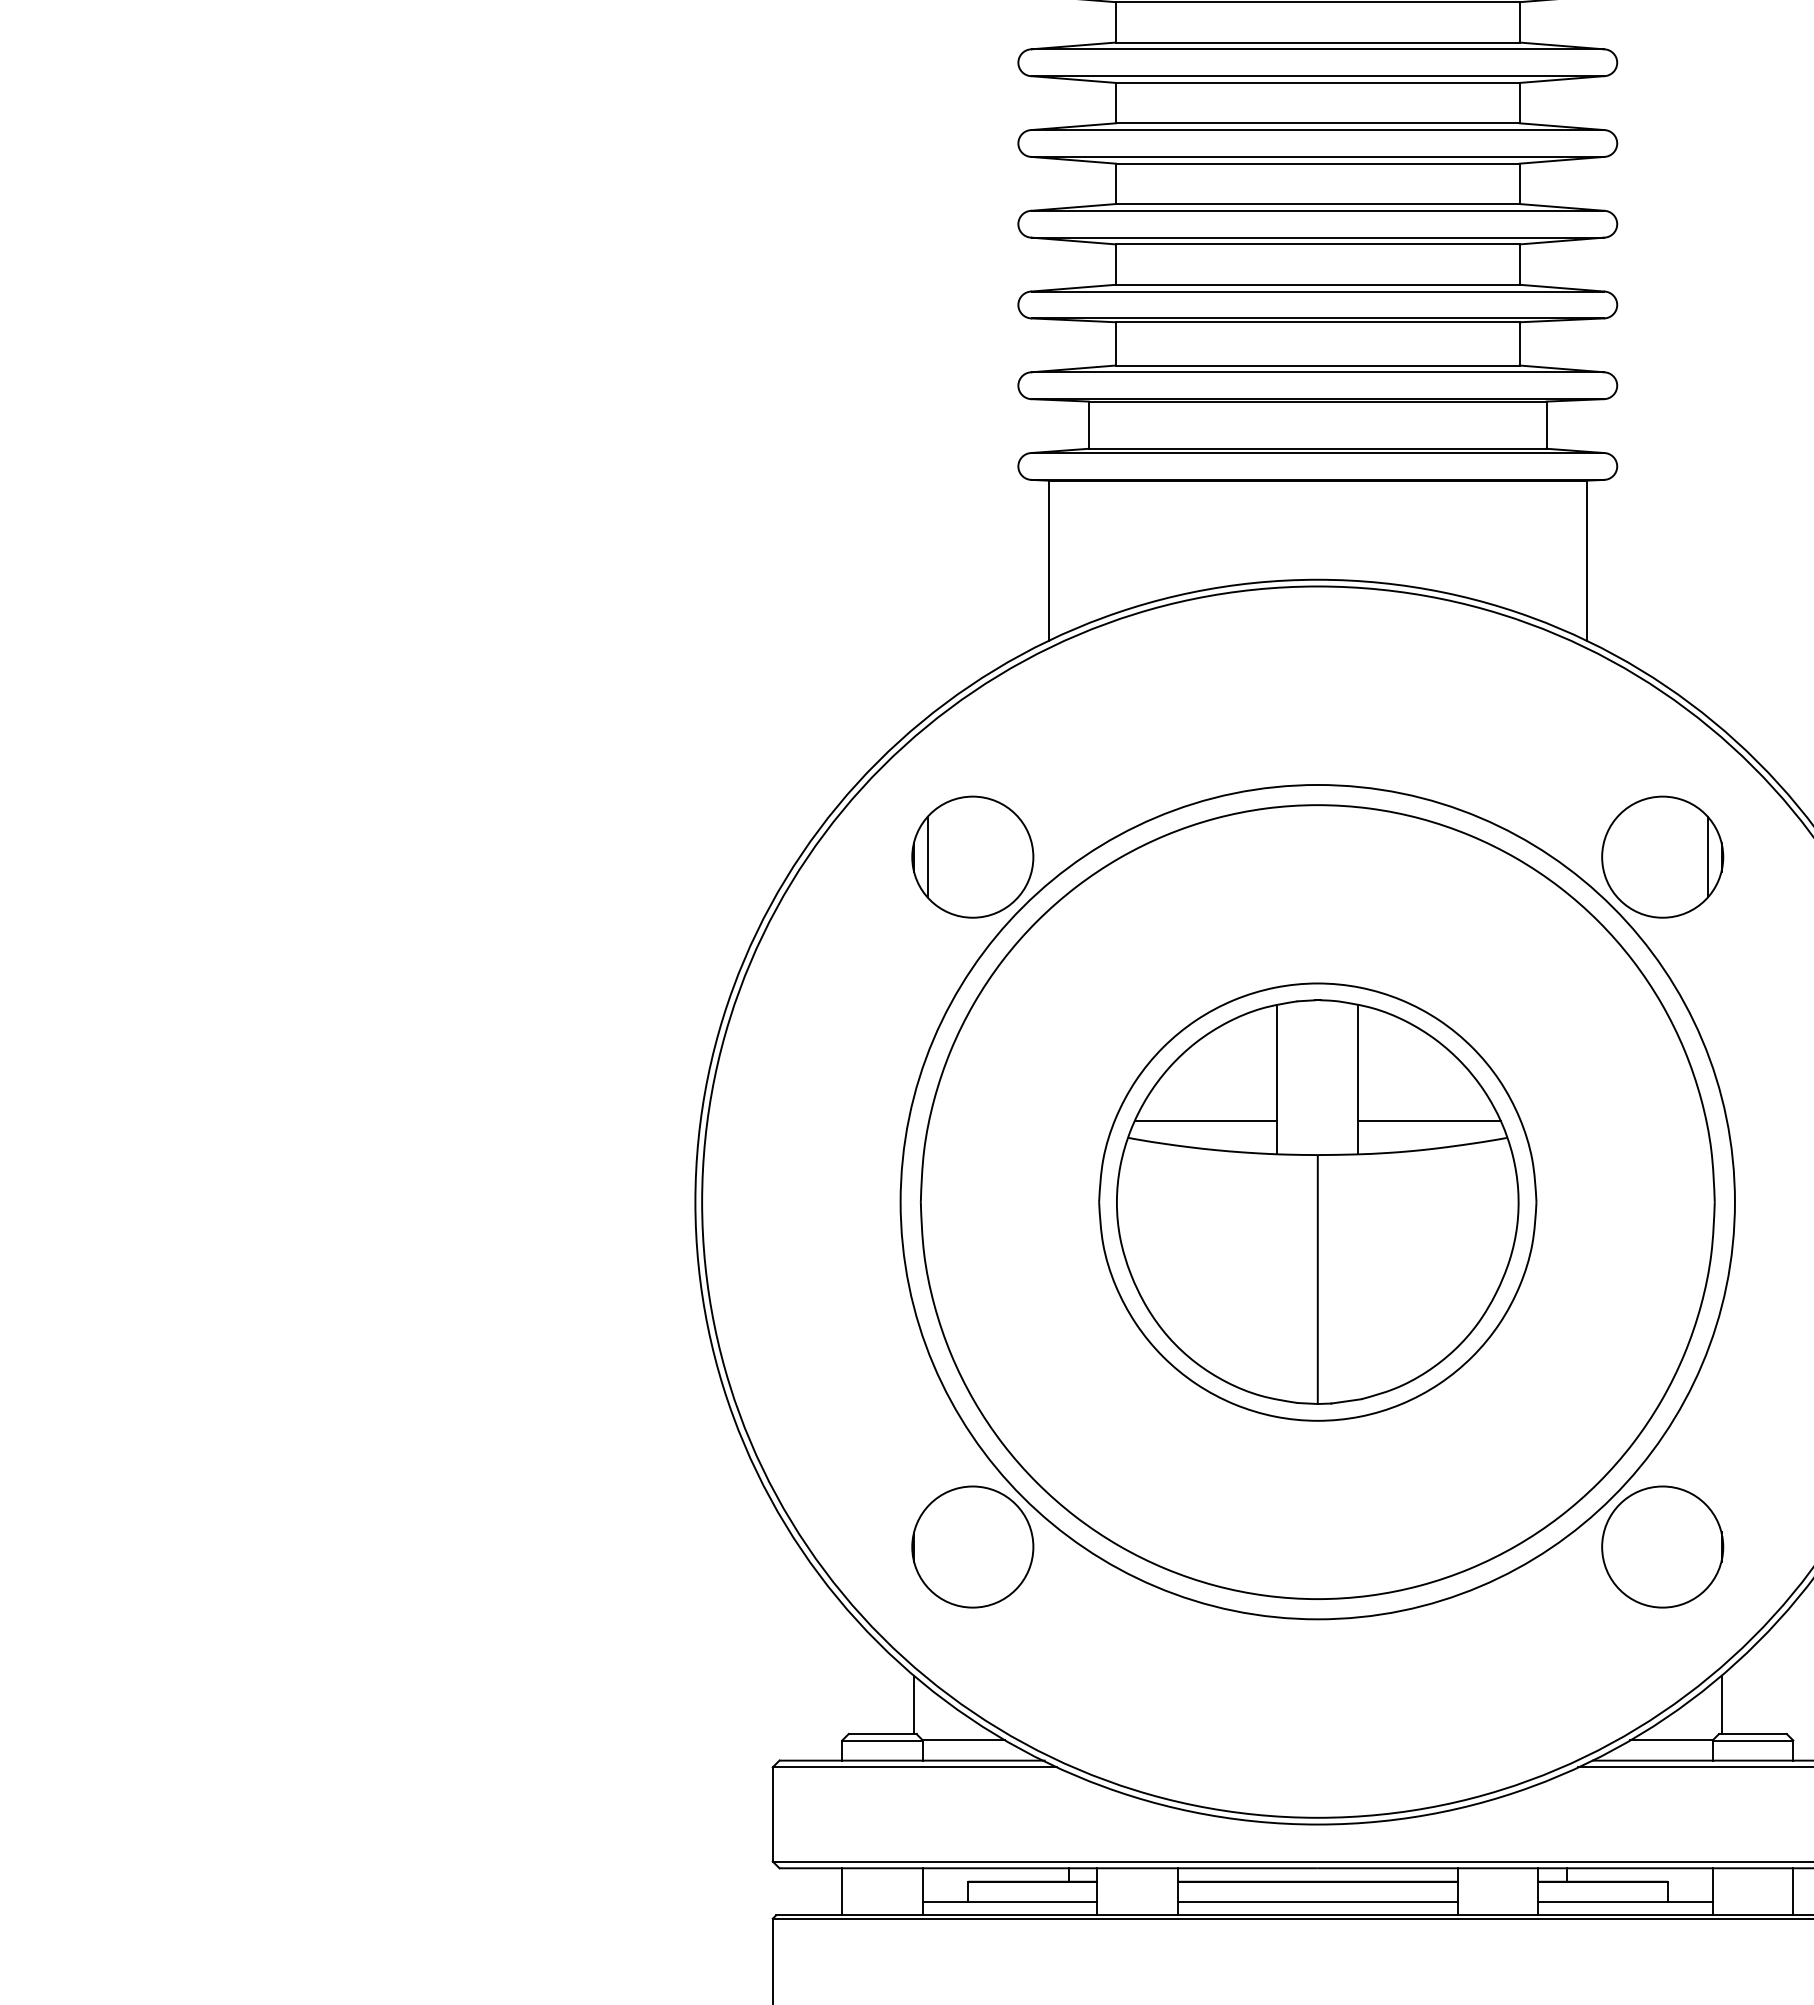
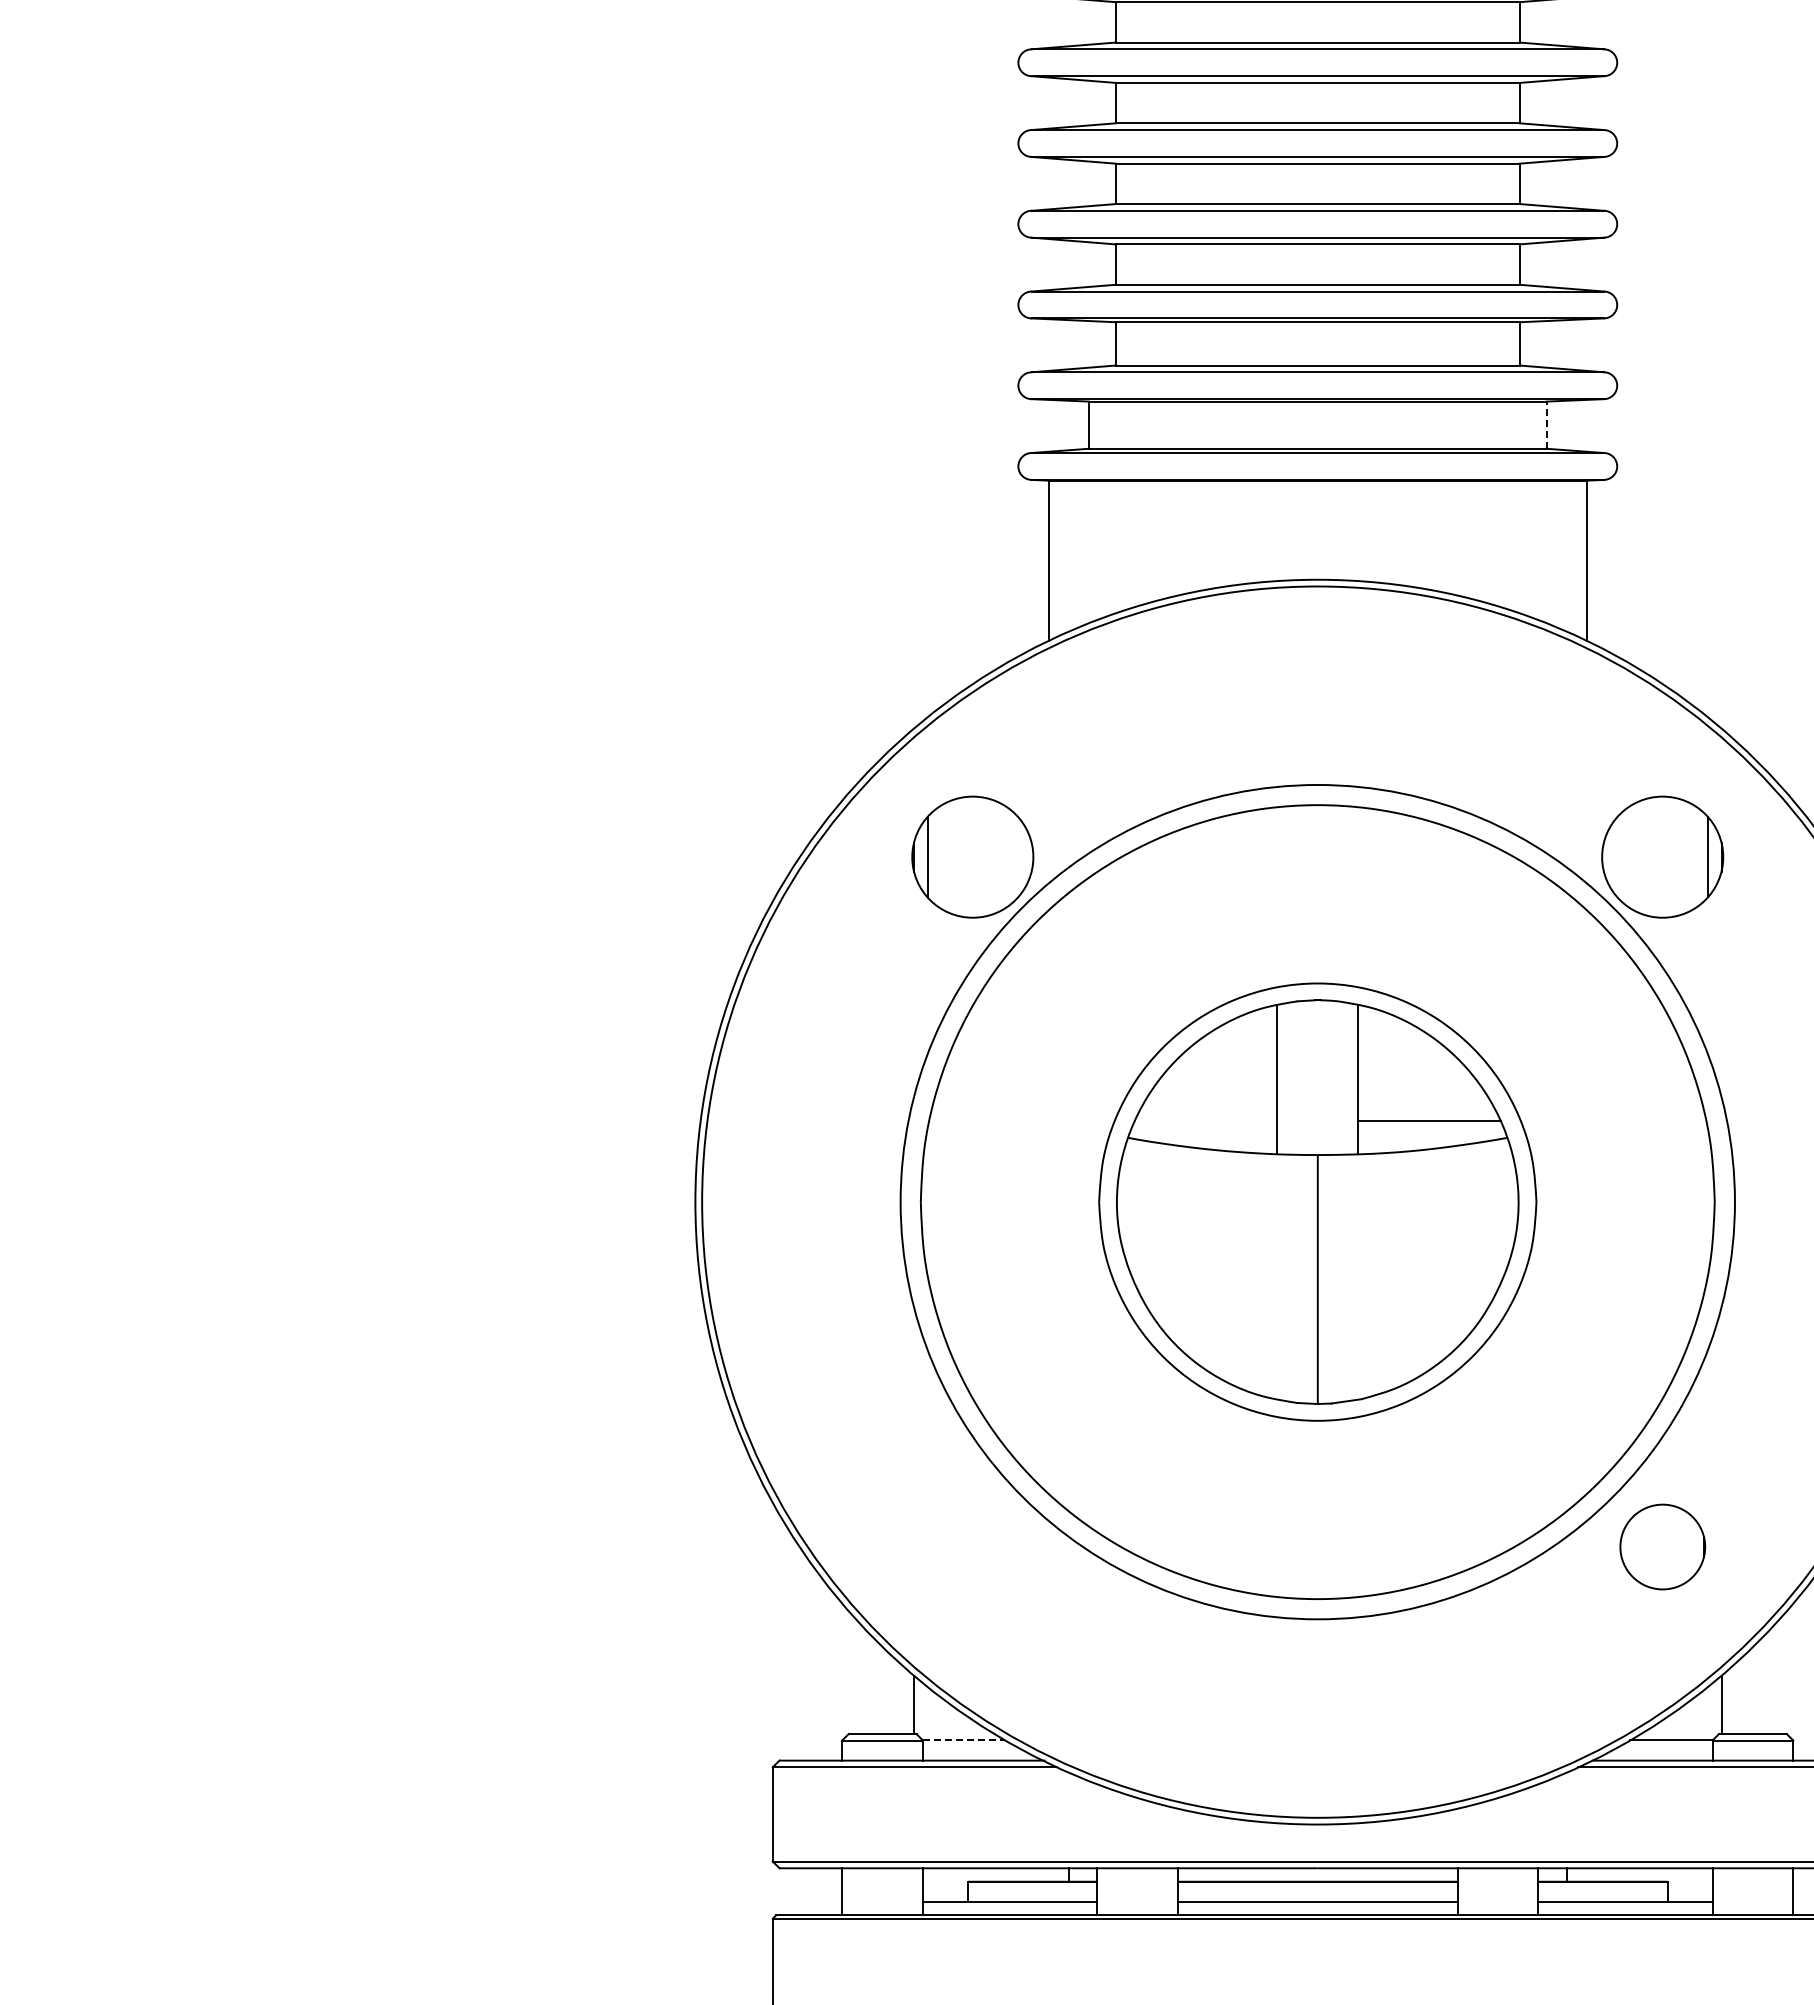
line at (1546, 425): solid -> dashed
line at (1205, 1121): present -> none
circle at (972, 1546): present -> none
circle at (1662, 1546) size: 124x124 px -> 88x88 px
line at (964, 1740): solid -> dashed
